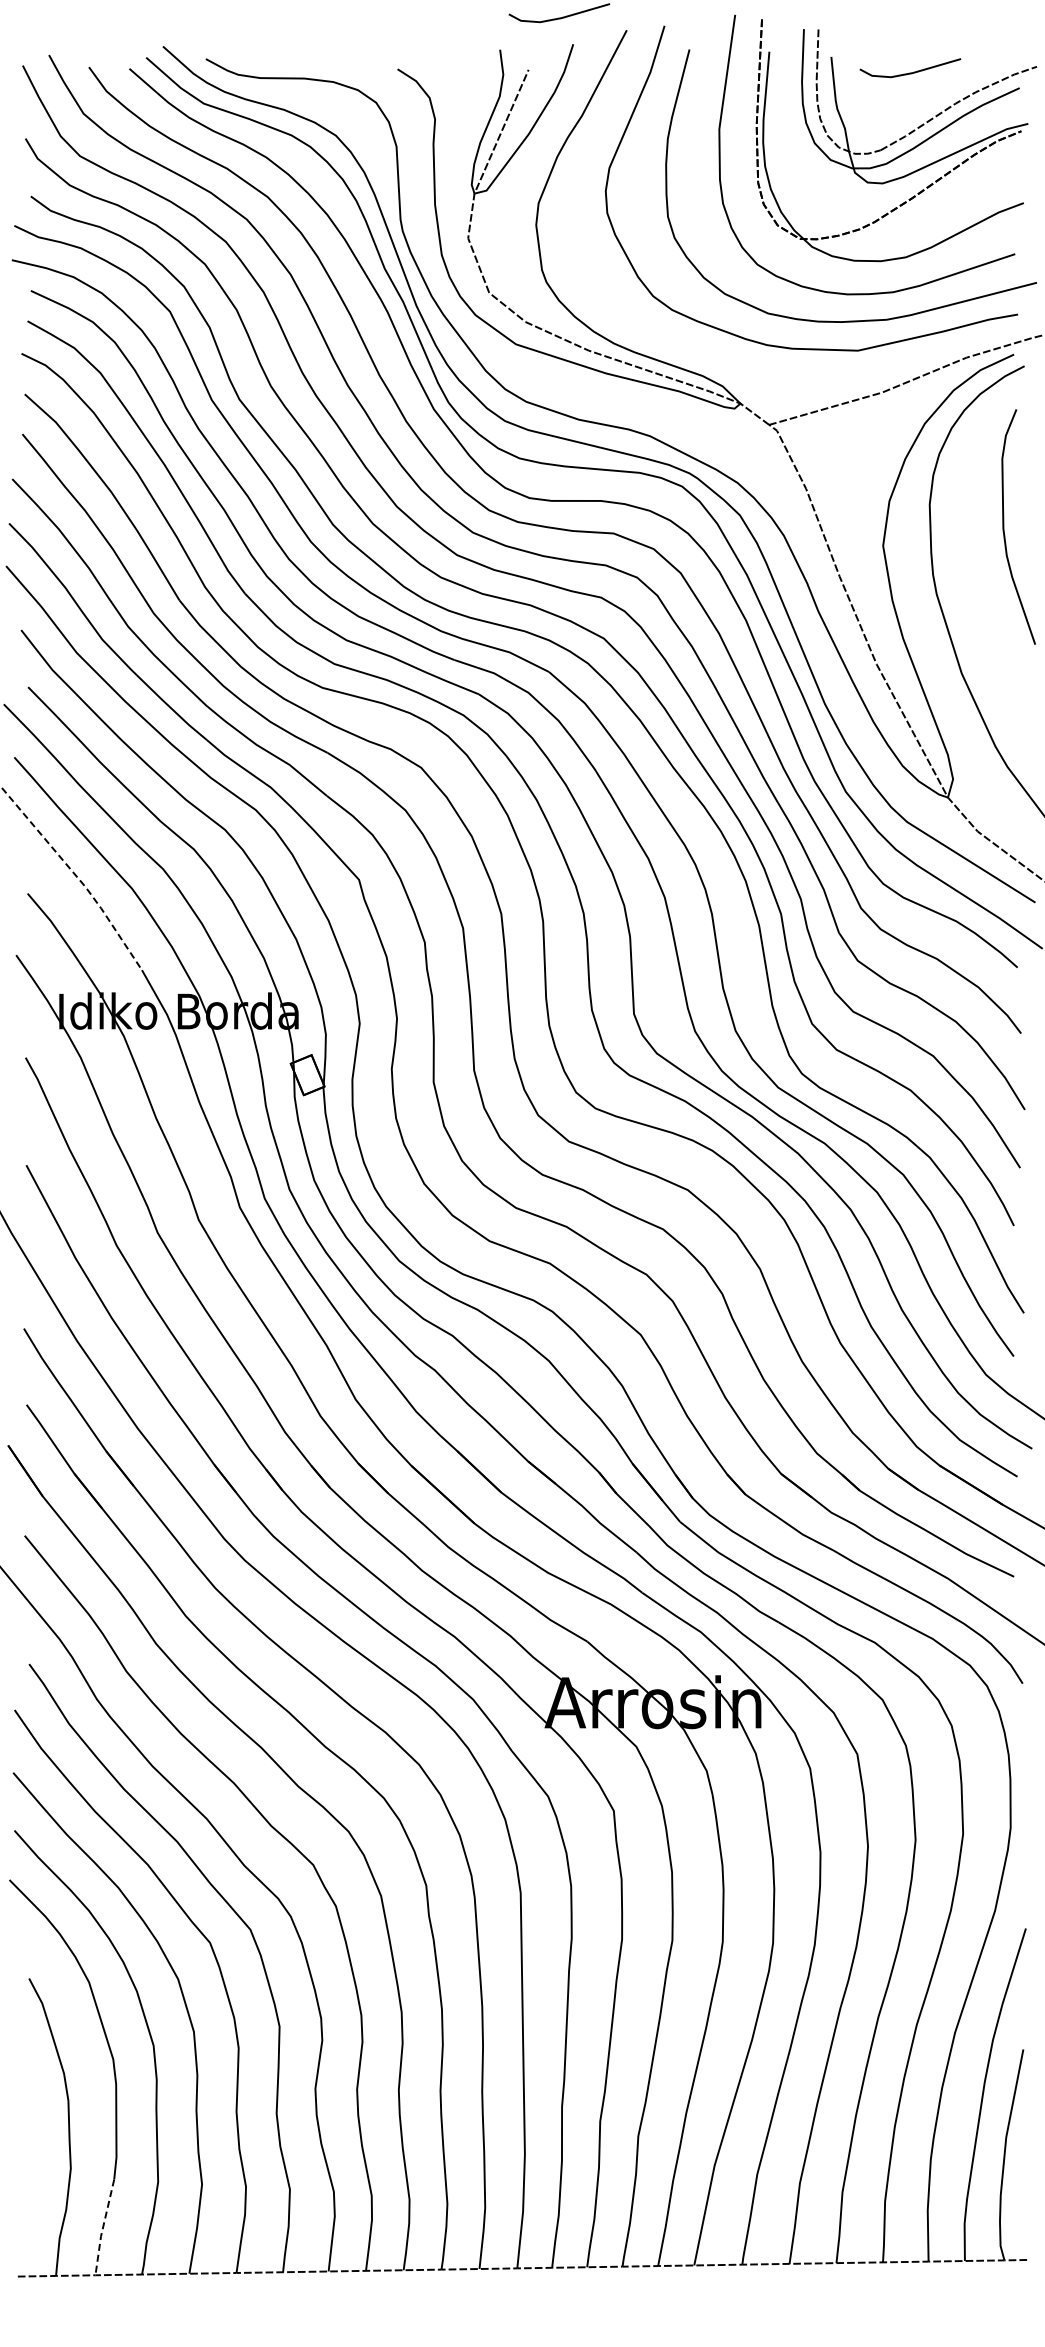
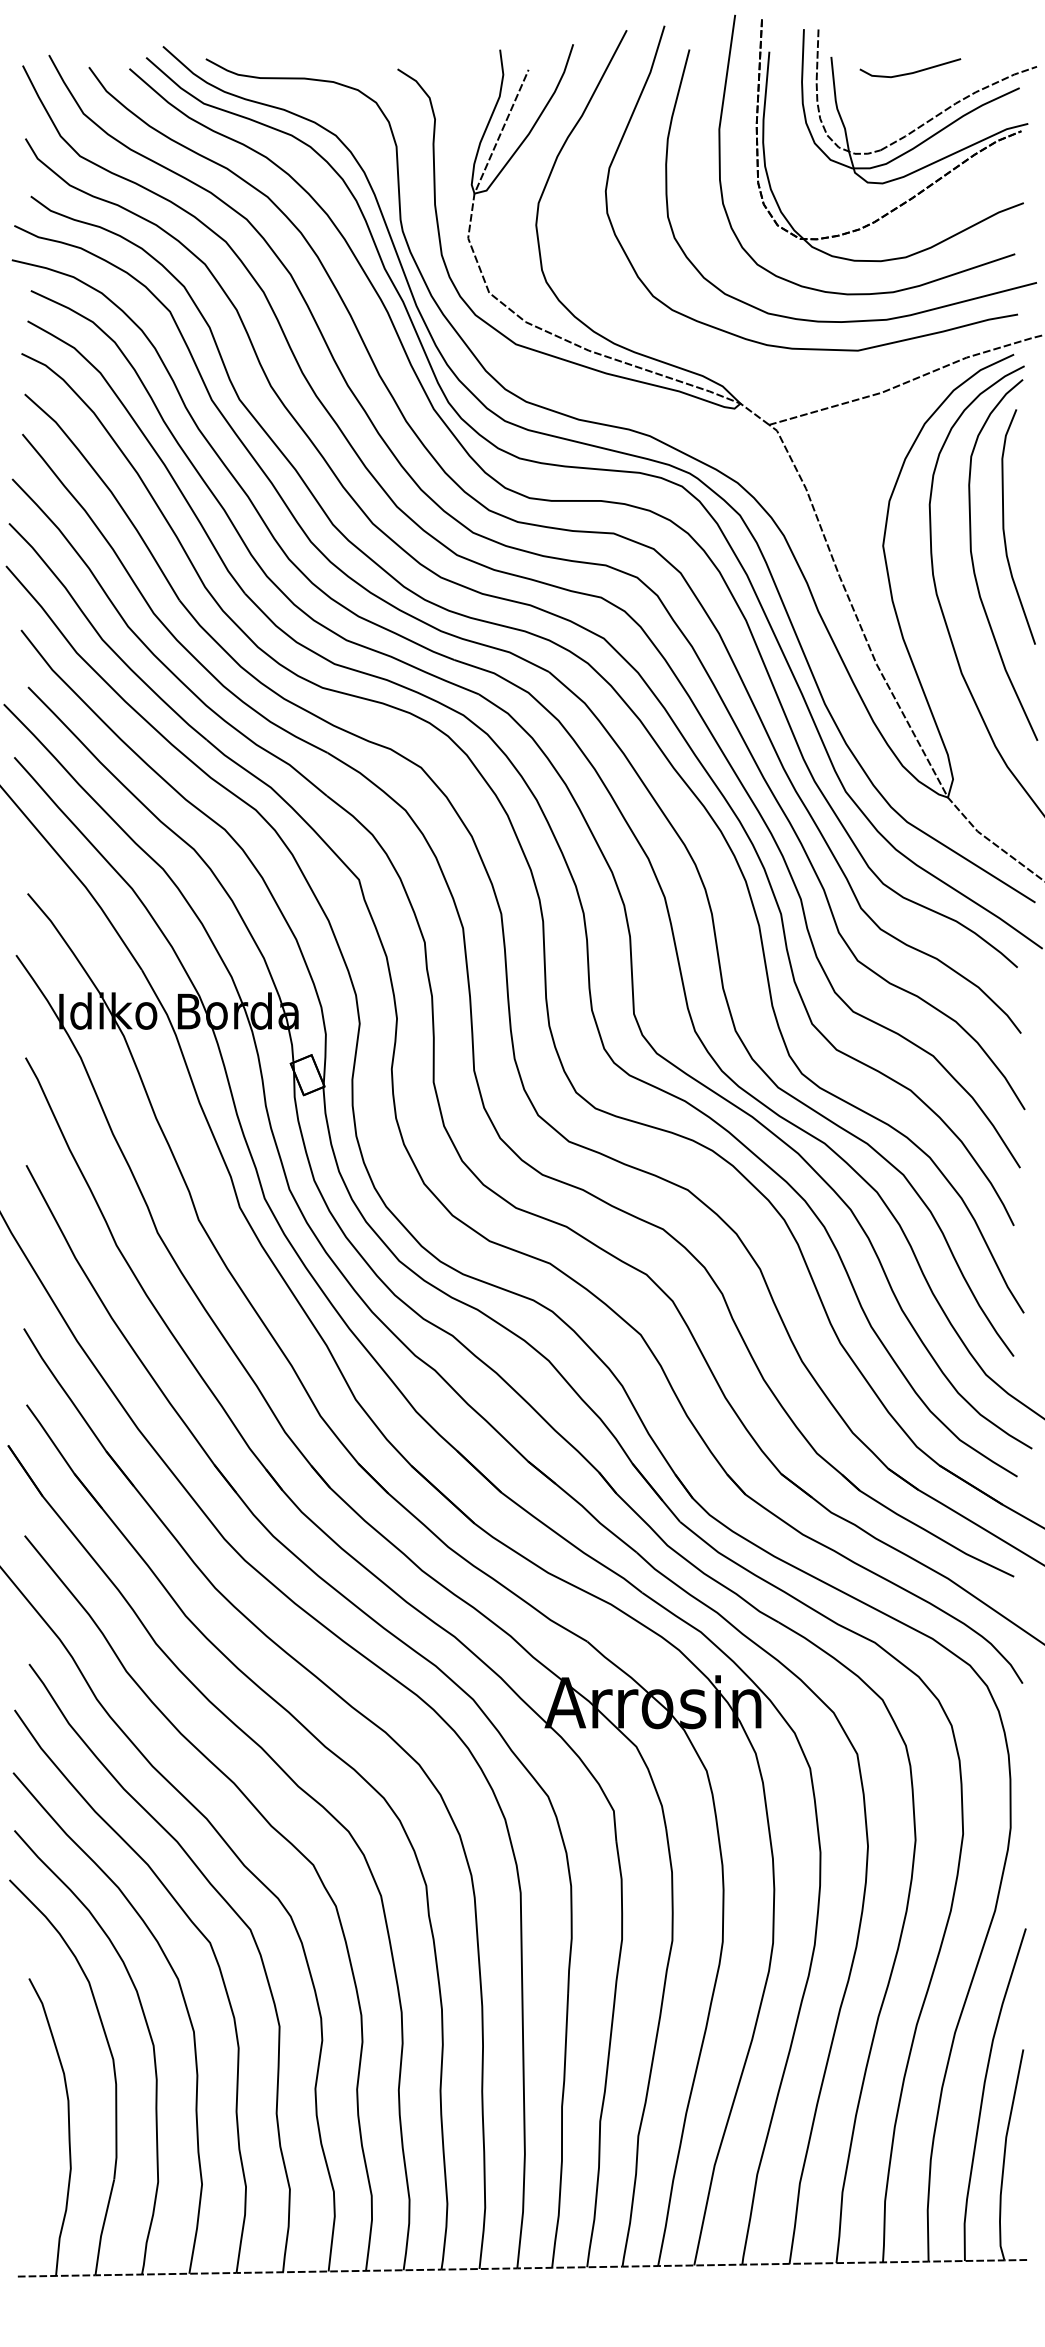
line at (559, 17): present -> none
curve at (974, 565): none -> present
line at (75, 875): dashed -> solid
line at (103, 2227): dashed -> solid
